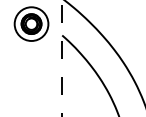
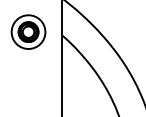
part at (31, 23) position: (31, 23) -> (28, 31)
line at (62, 58): dashed -> solid
